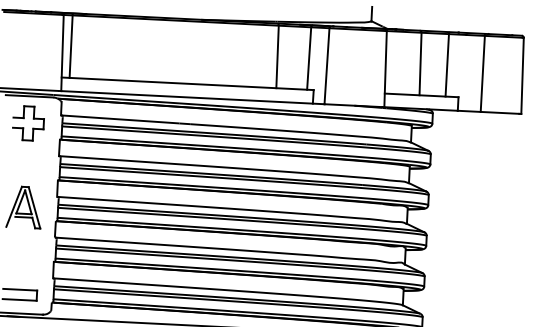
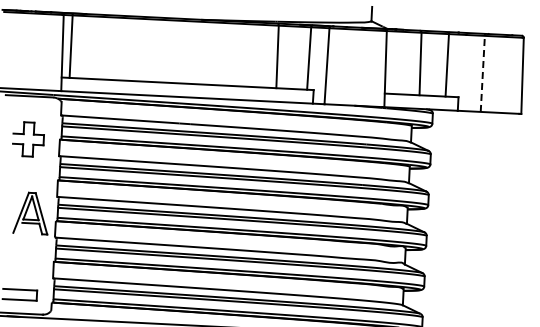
line at (482, 73): solid -> dashed
part at (28, 123) position: (28, 123) -> (28, 139)
part at (23, 207) position: (23, 207) -> (30, 213)
